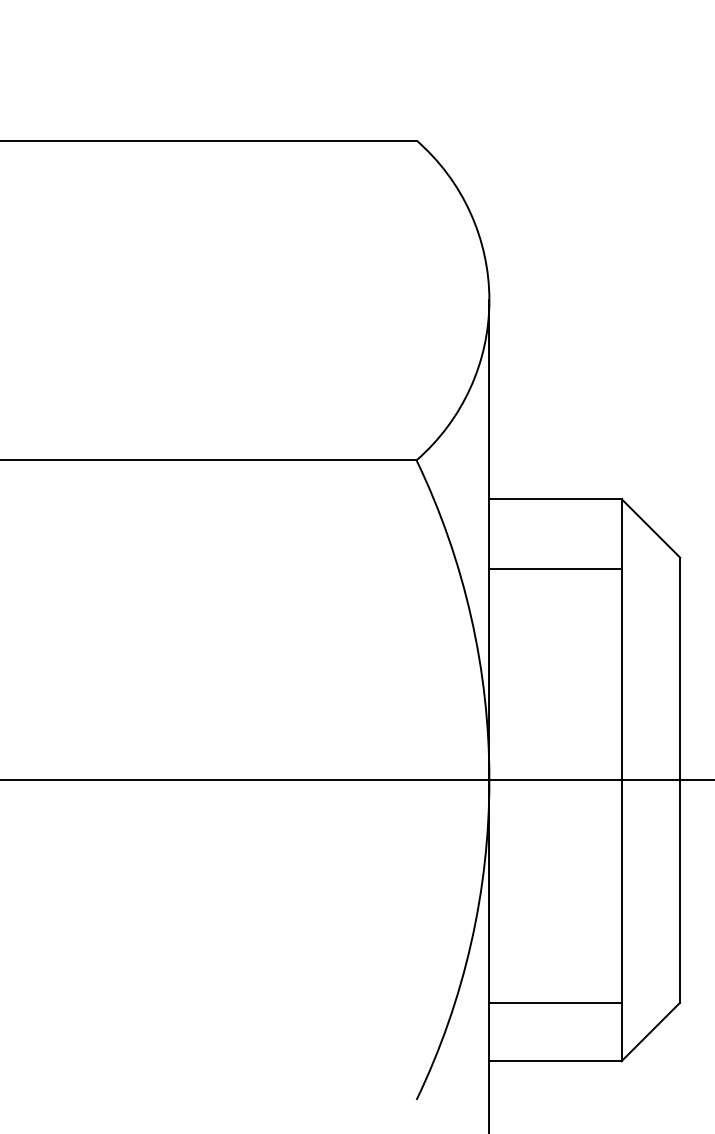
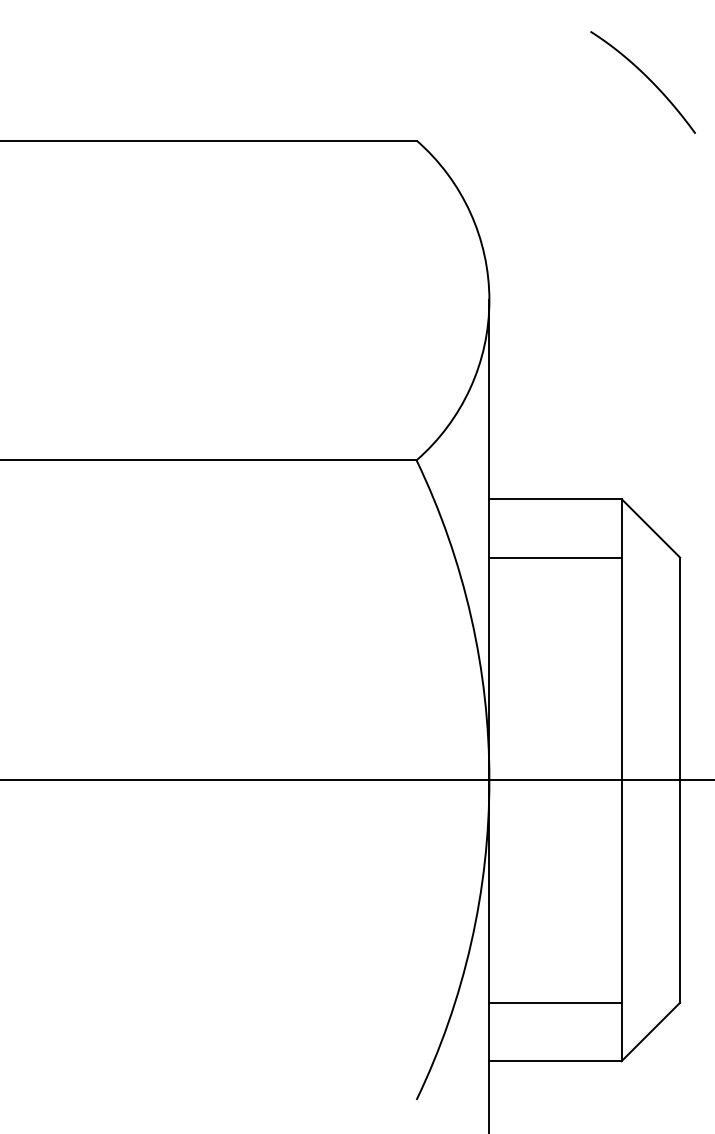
curve at (646, 77): none -> present
line at (555, 568) position: (555, 568) -> (555, 557)
